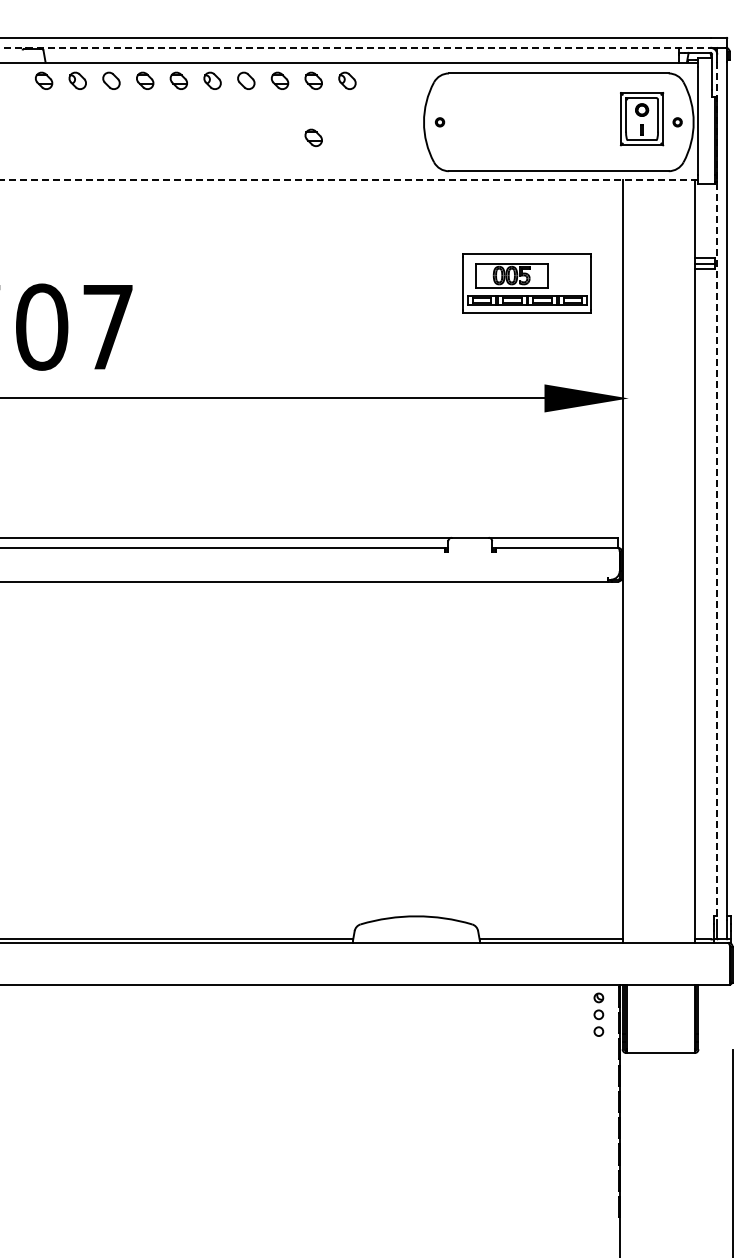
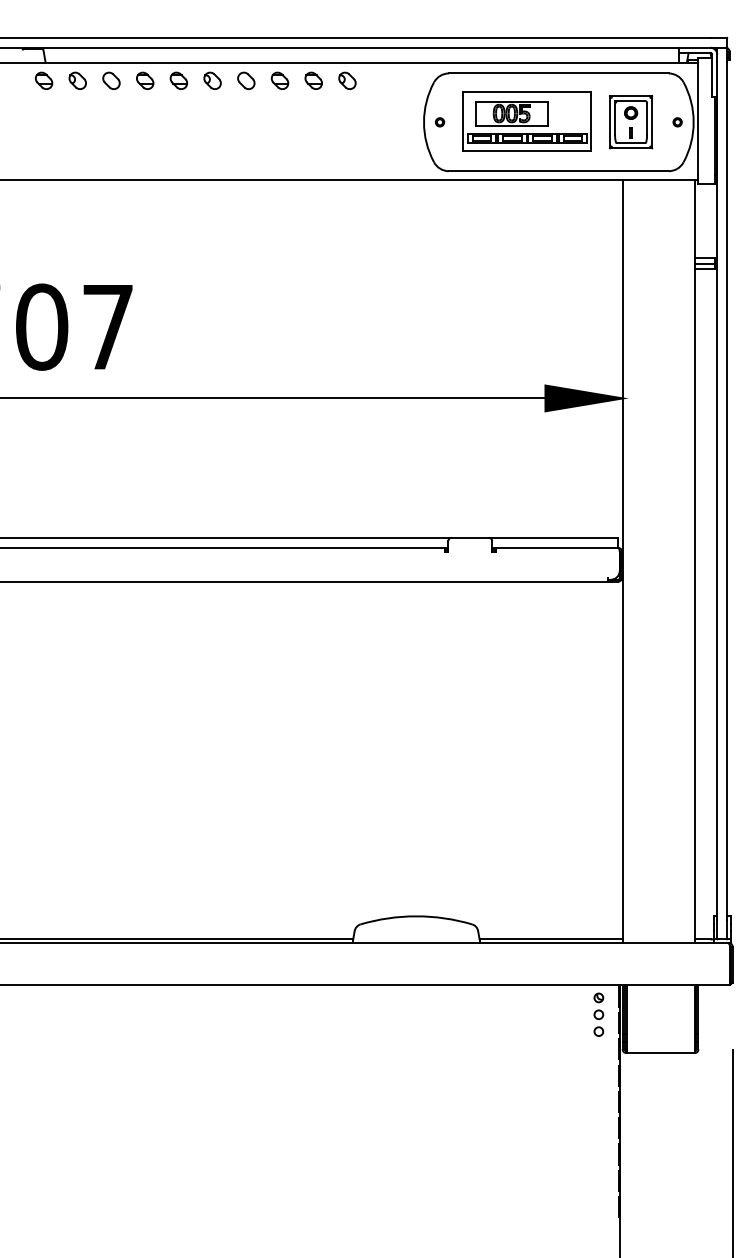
line at (355, 47): dashed -> solid
part at (641, 119) position: (641, 119) -> (630, 122)
part at (313, 137): present -> none
line at (348, 180): dashed -> solid
part at (526, 283) position: (526, 283) -> (526, 121)
line at (717, 490): dashed -> solid
